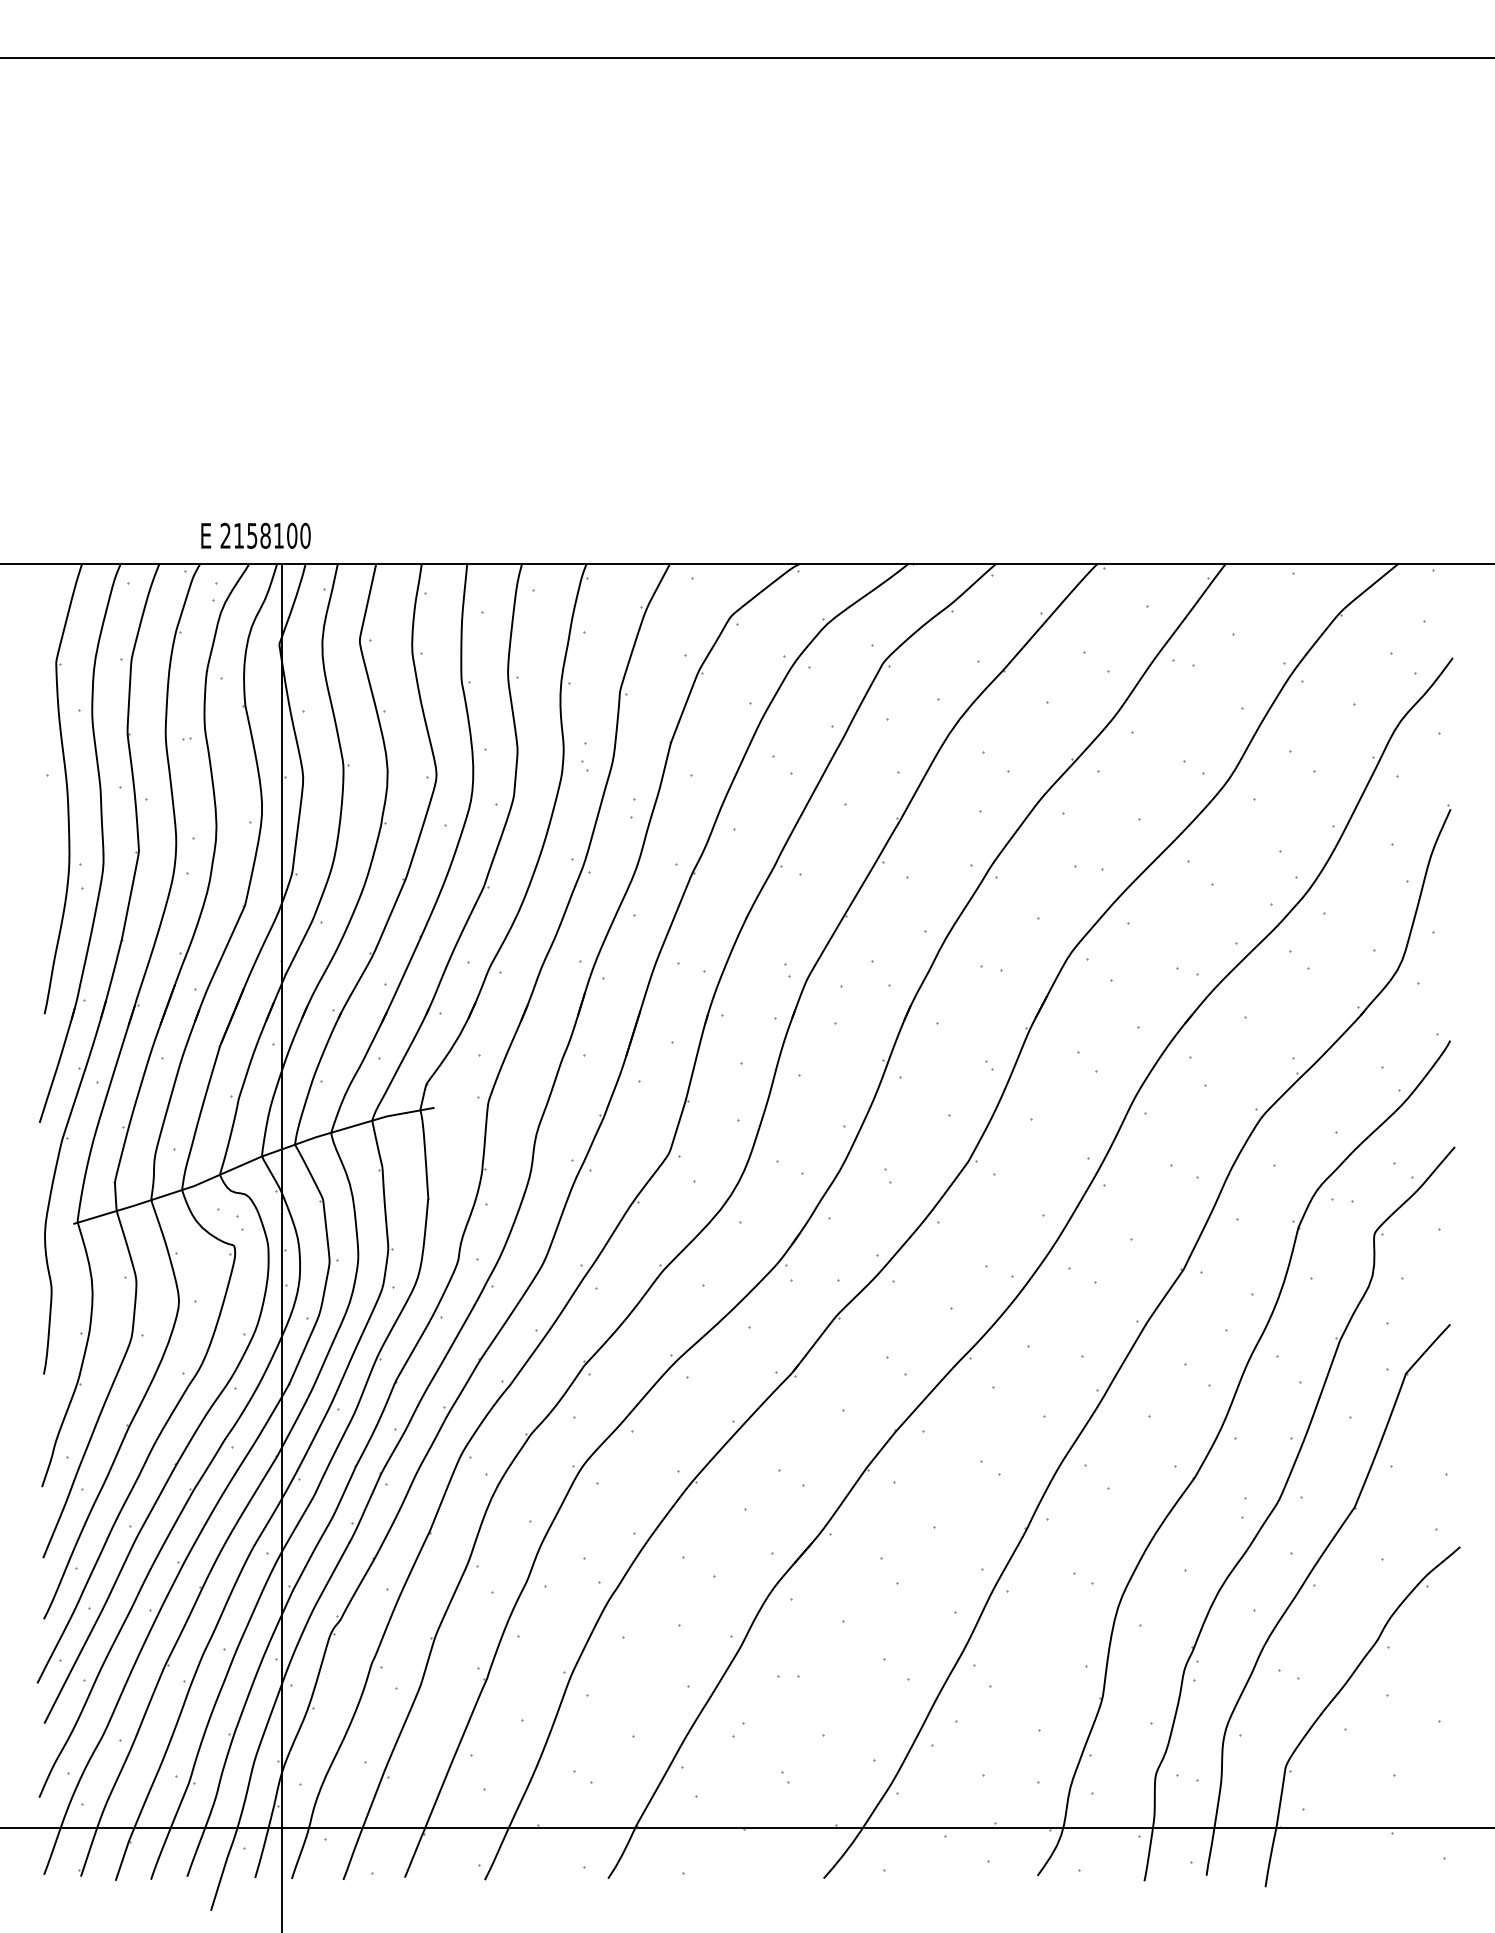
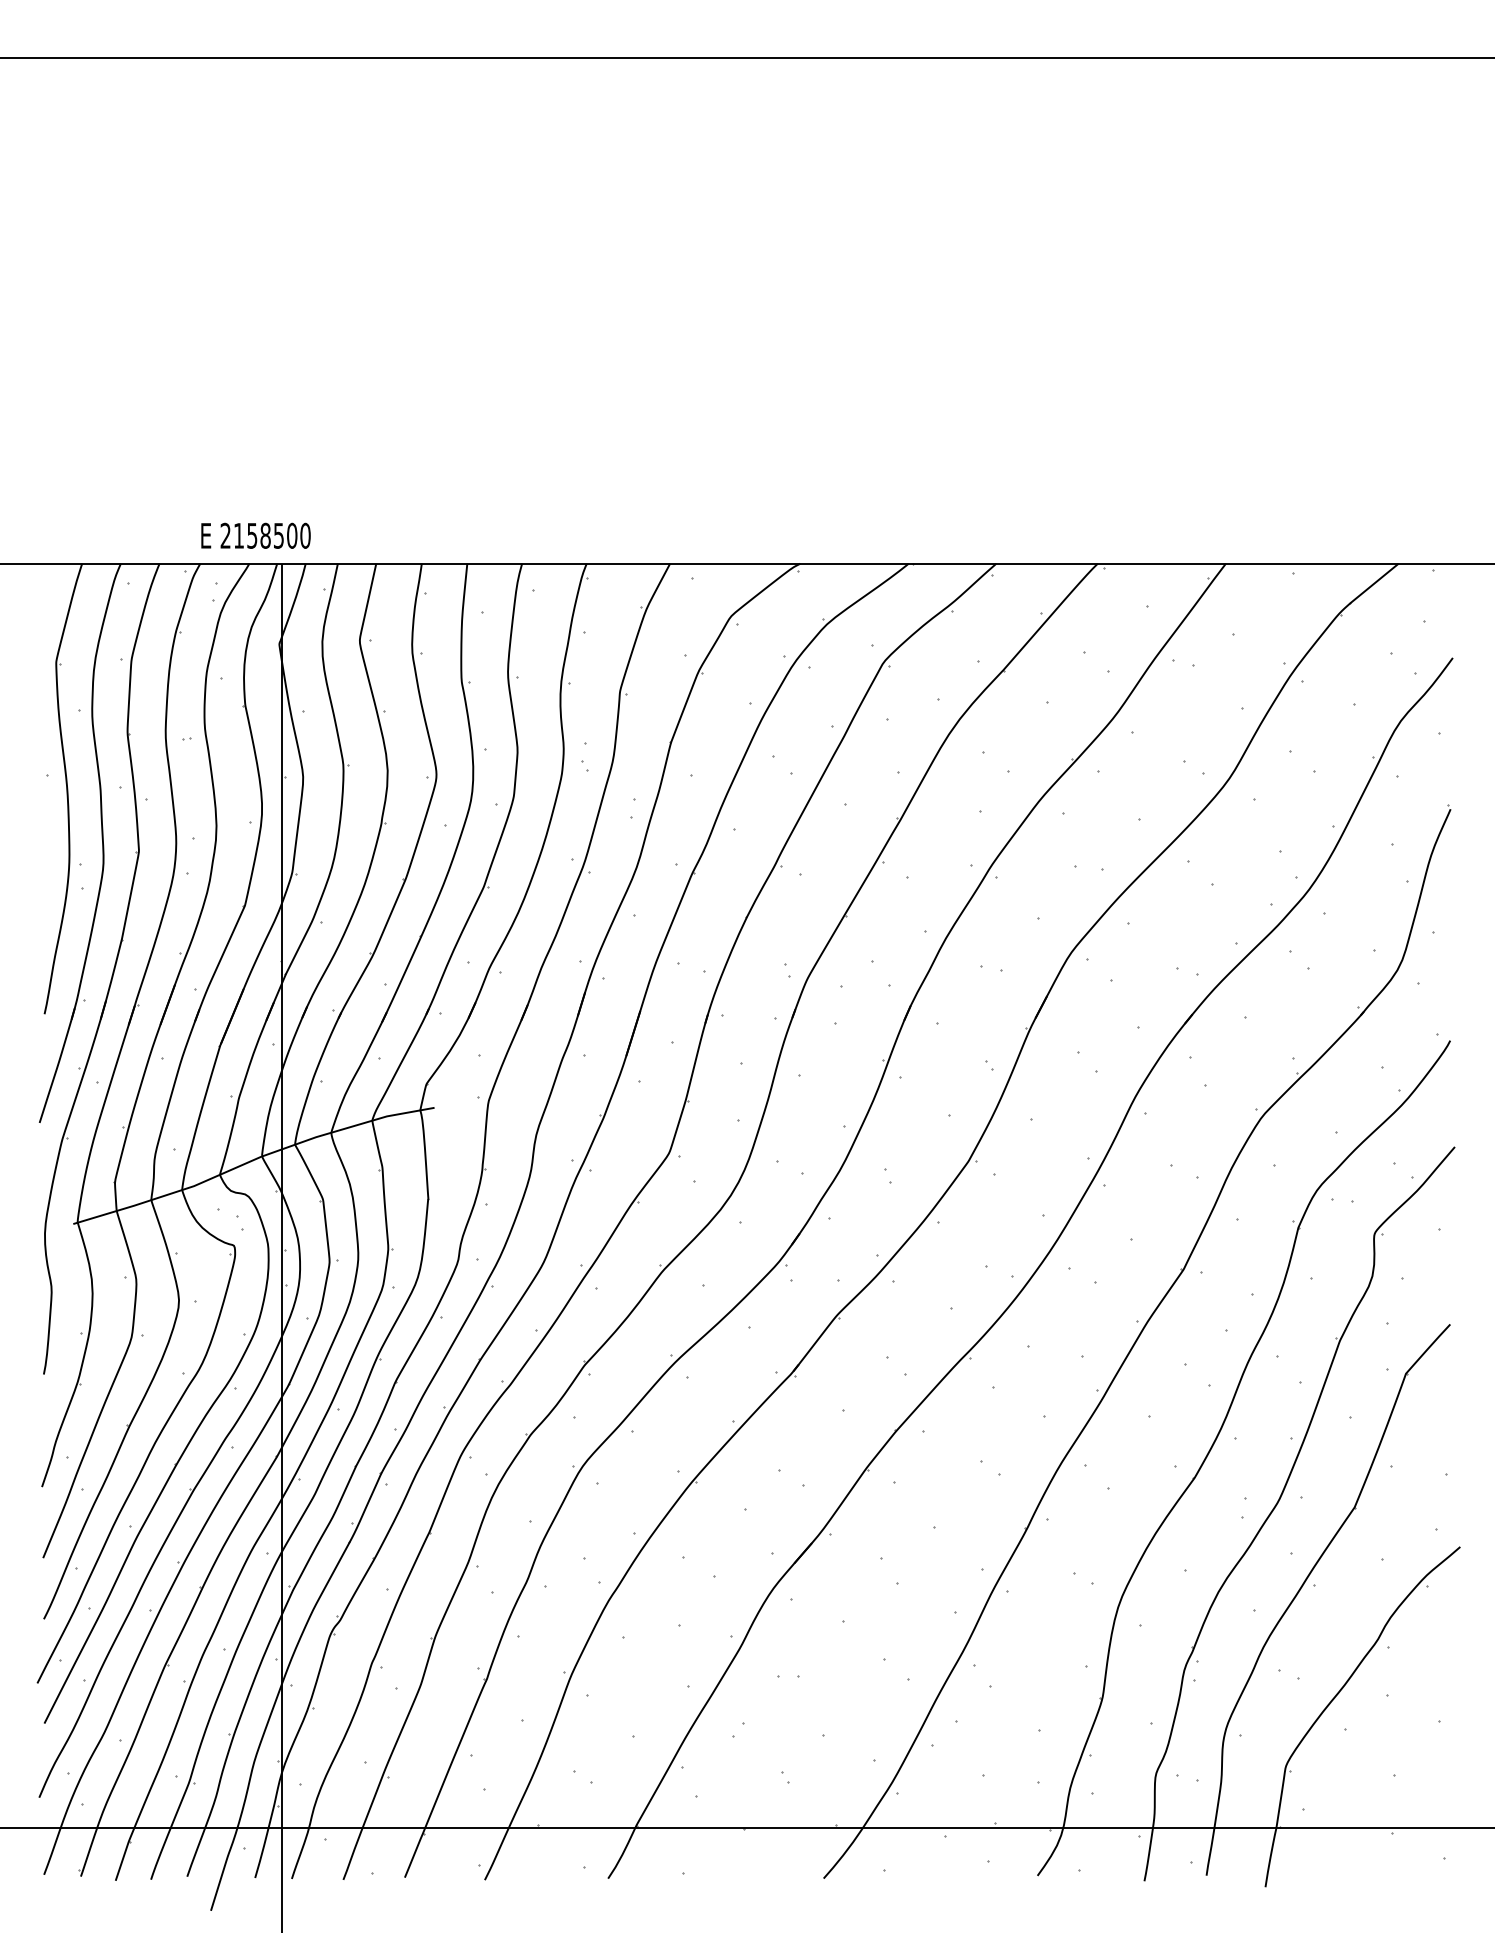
text at (278, 535): 2158100 -> 2158500
